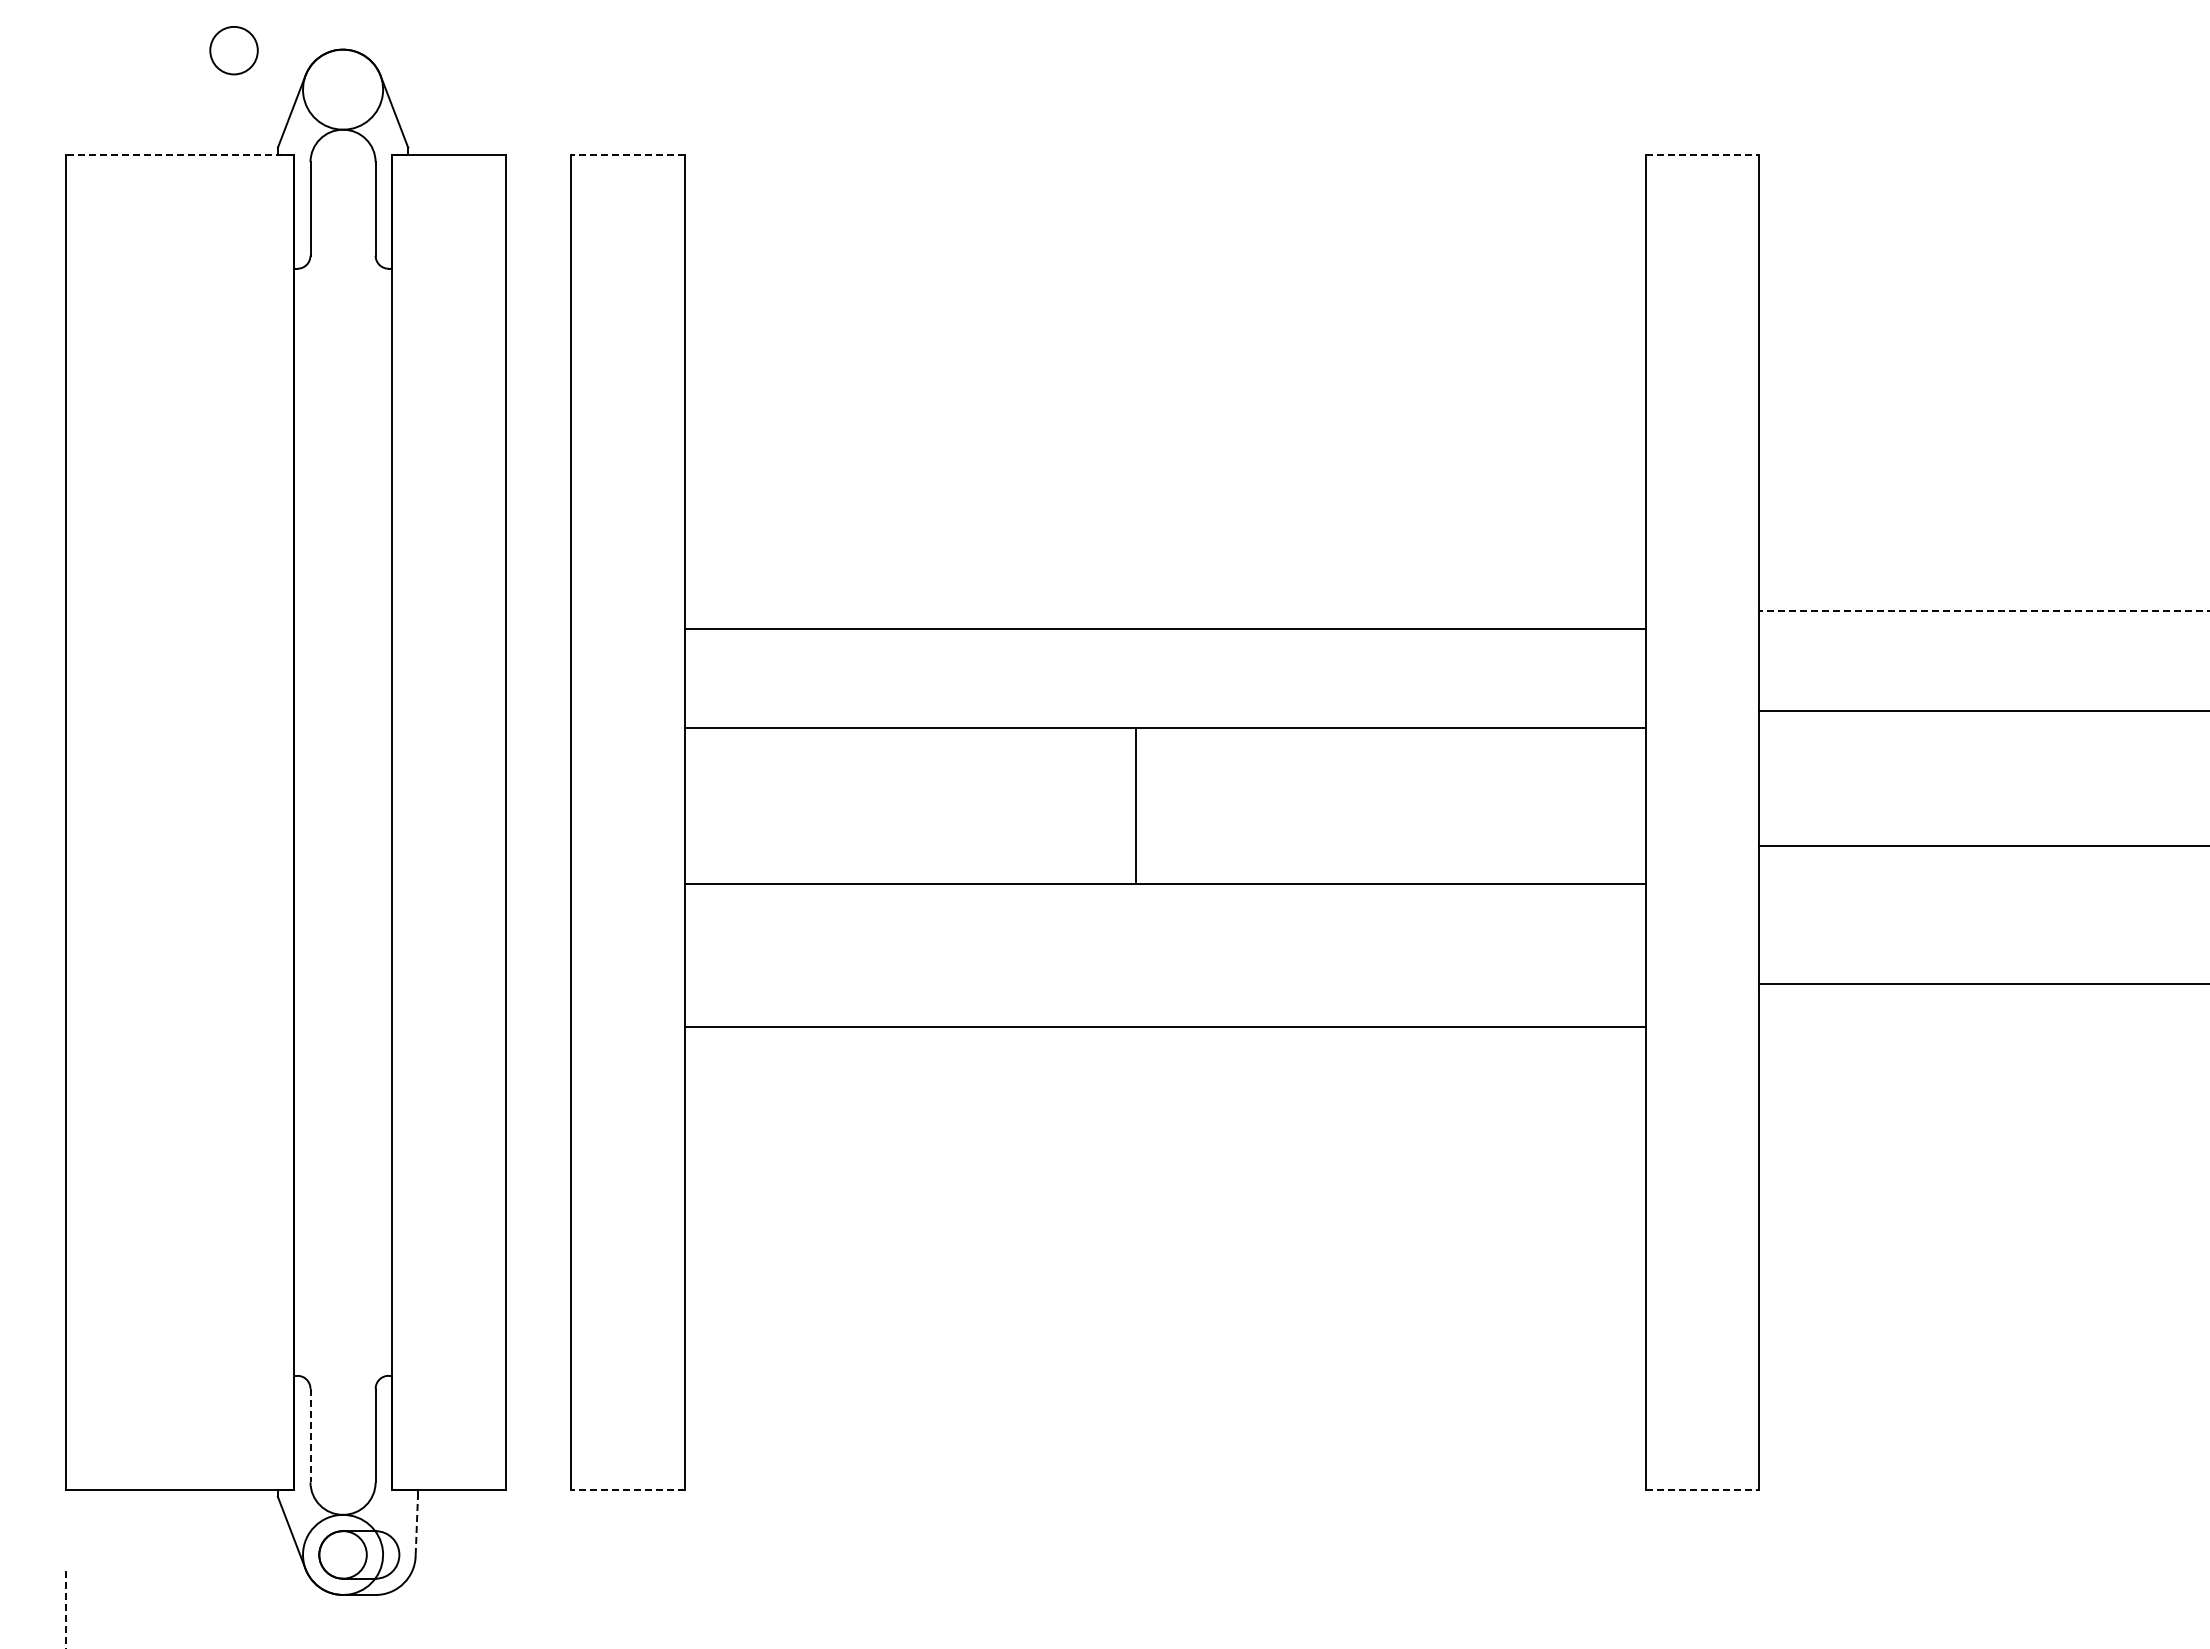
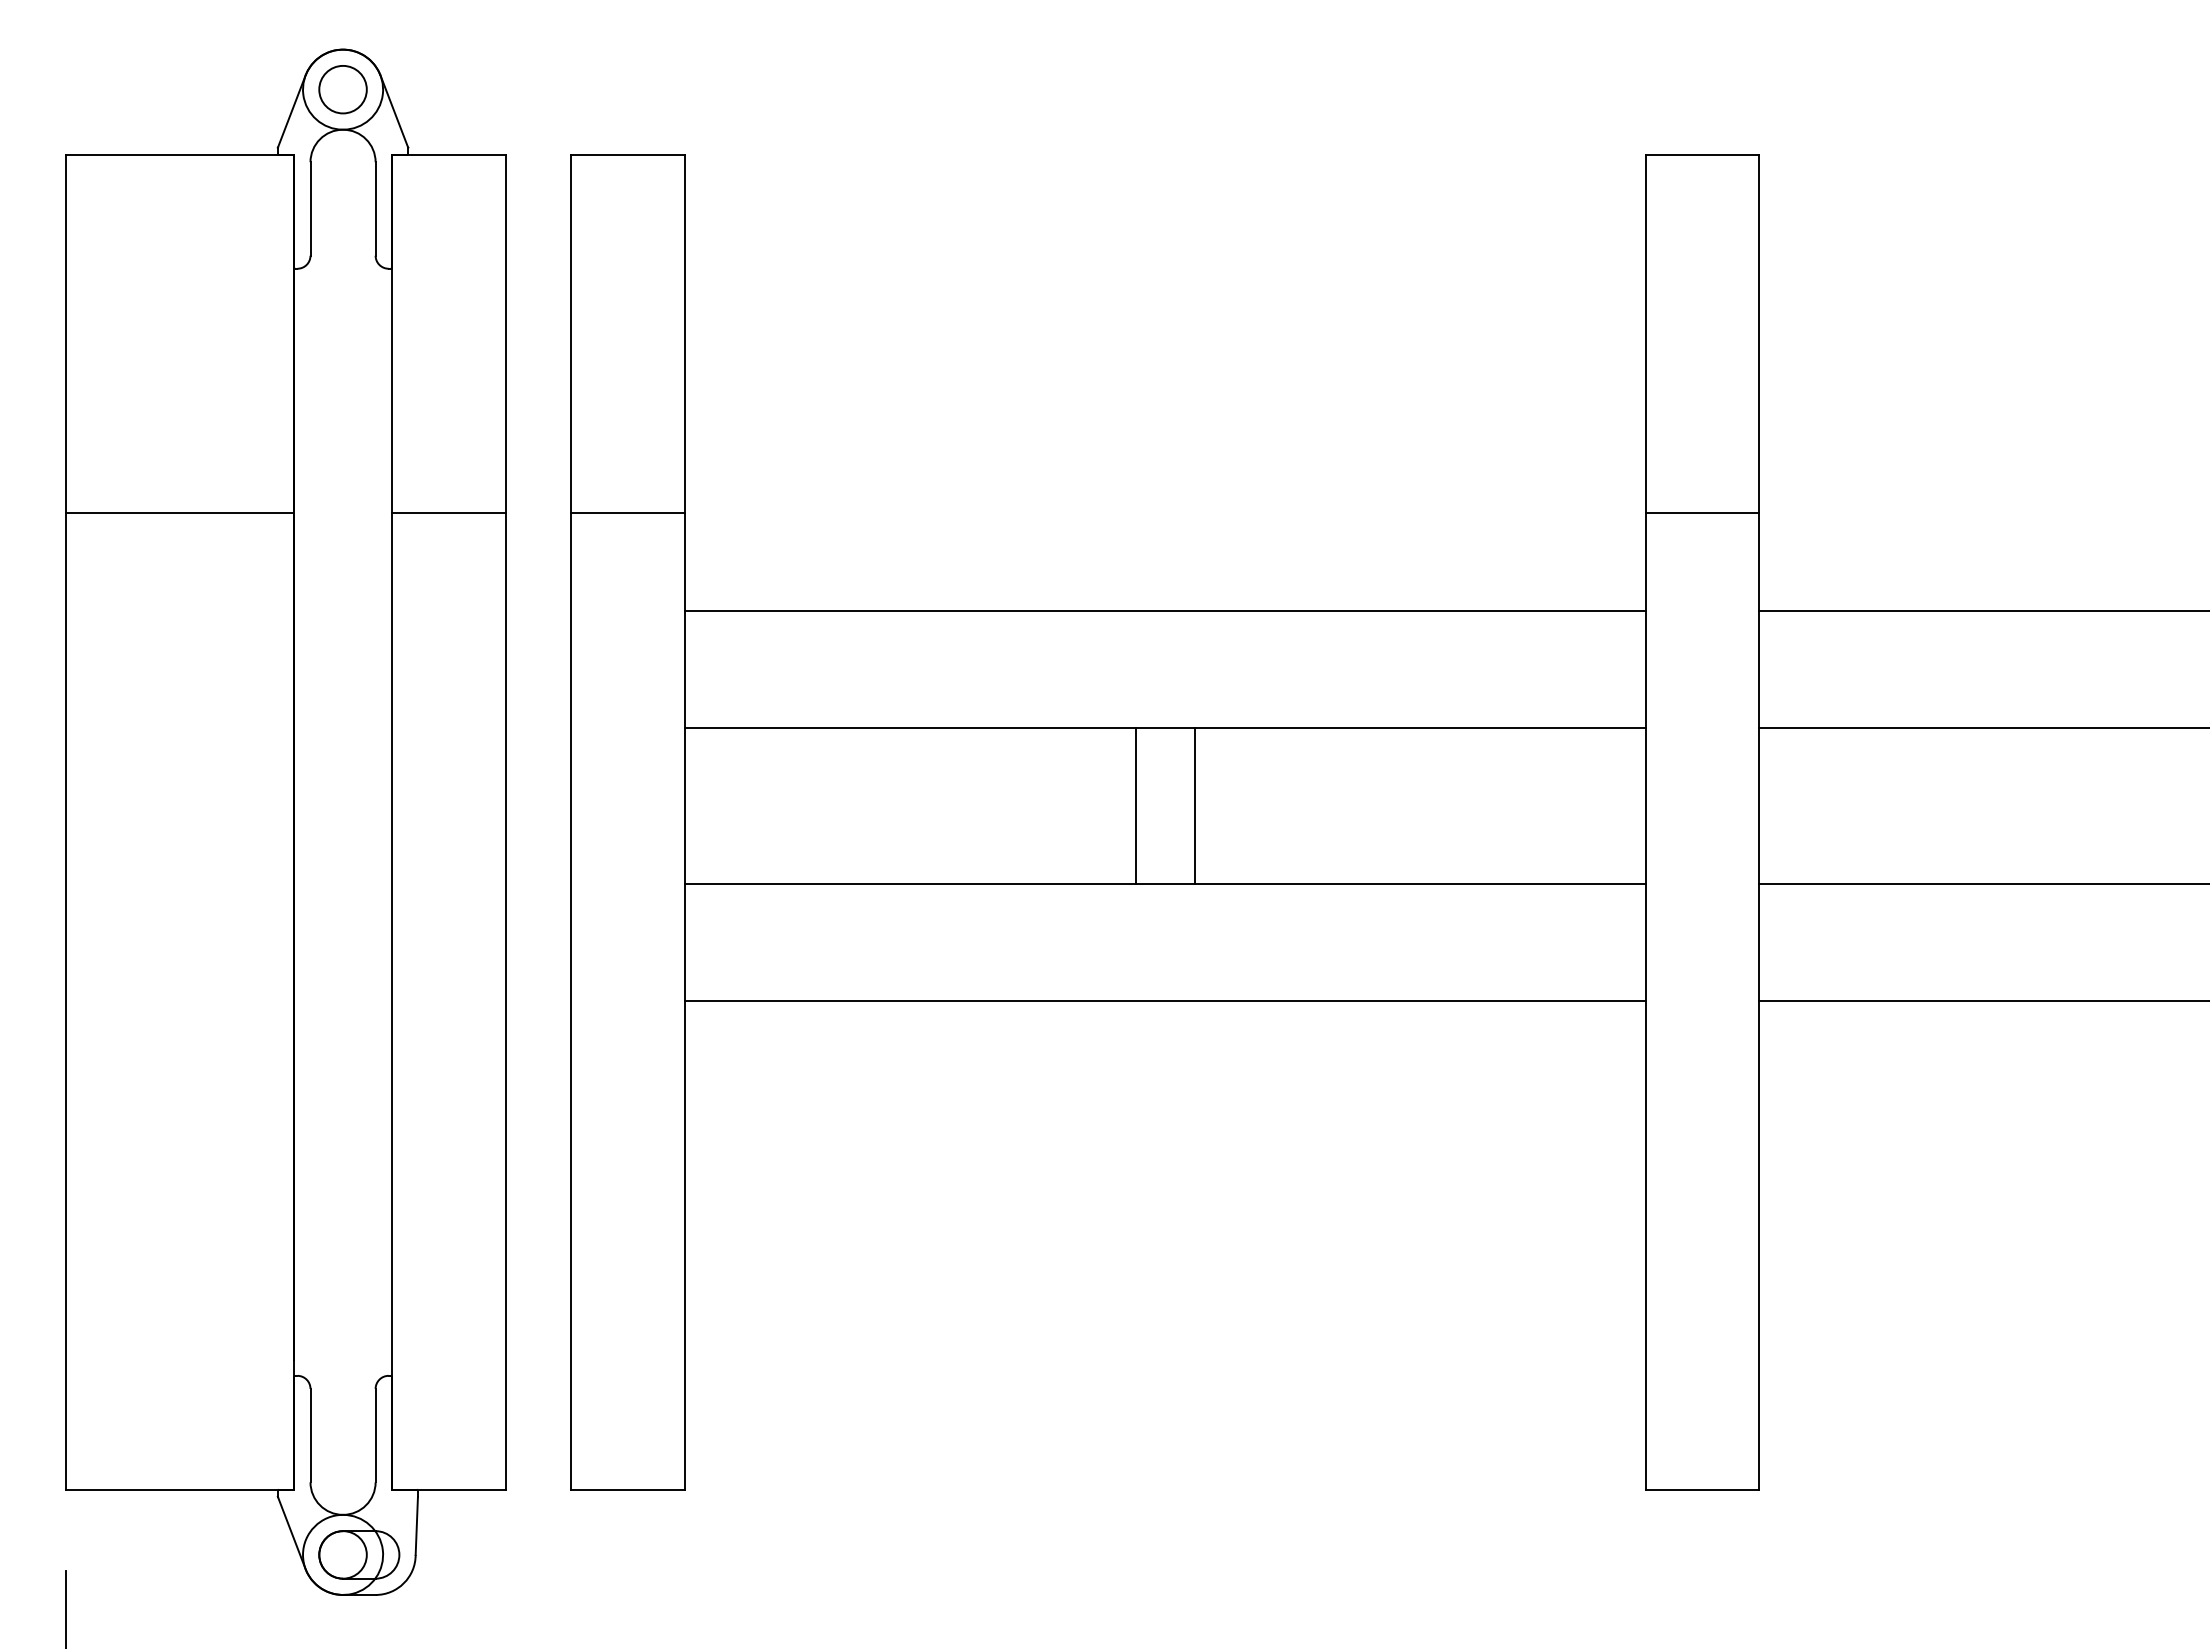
circle at (233, 50) position: (233, 50) -> (342, 89)
line at (180, 154): dashed -> solid
line at (627, 154): dashed -> solid
line at (1702, 154): dashed -> solid
line at (180, 512): none -> present
line at (448, 512): none -> present
line at (627, 512): none -> present
line at (1702, 512): none -> present
line at (1984, 610): dashed -> solid
line at (1164, 628) position: (1164, 628) -> (1164, 610)
line at (1982, 710) position: (1982, 710) -> (1982, 727)
line at (1194, 805): none -> present
line at (1982, 846) position: (1982, 846) -> (1982, 884)
line at (1982, 984) position: (1982, 984) -> (1982, 1001)
line at (1164, 1027) position: (1164, 1027) -> (1164, 1001)
line at (310, 1435): dashed -> solid
line at (627, 1489): dashed -> solid
line at (1702, 1489): dashed -> solid
line at (416, 1525): dashed -> solid
line at (66, 1610): dashed -> solid
